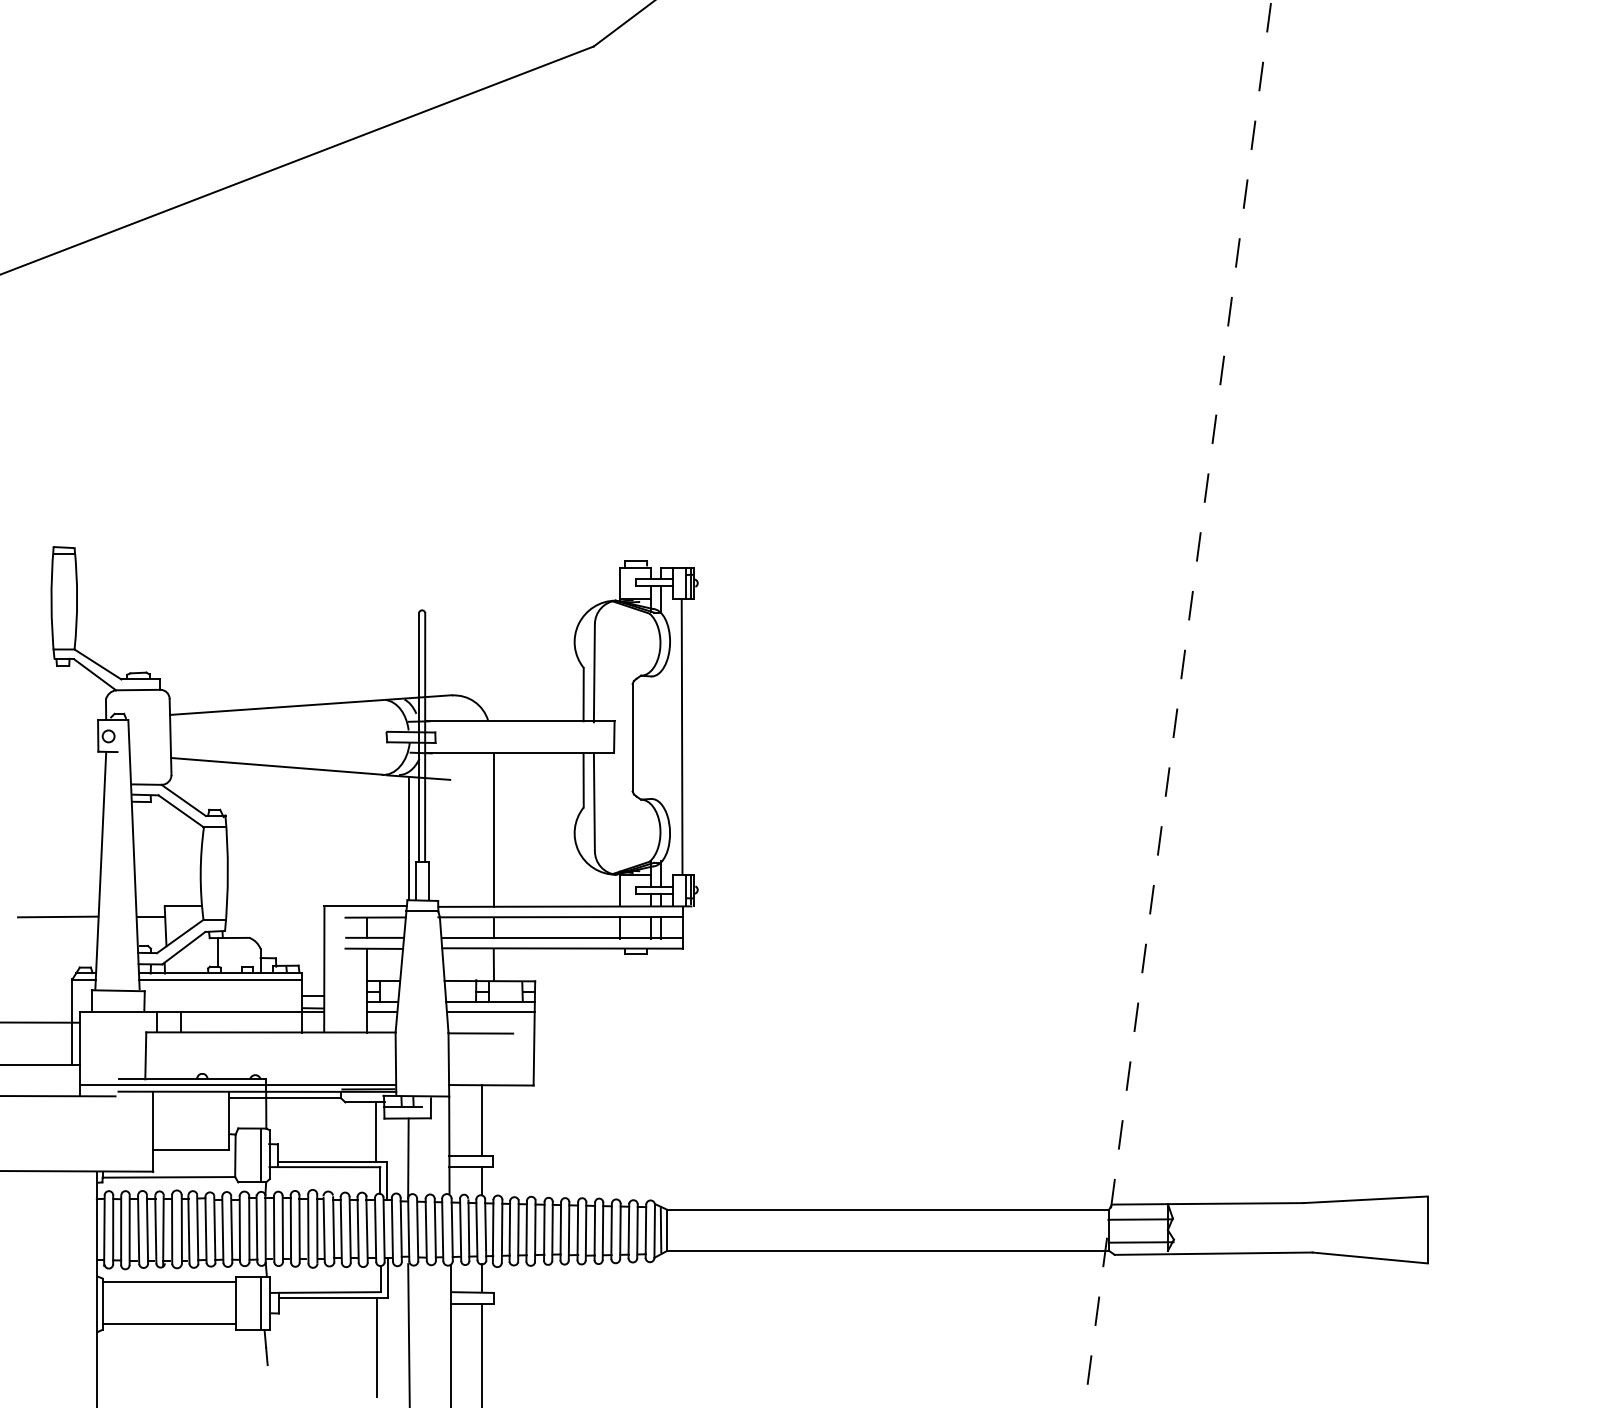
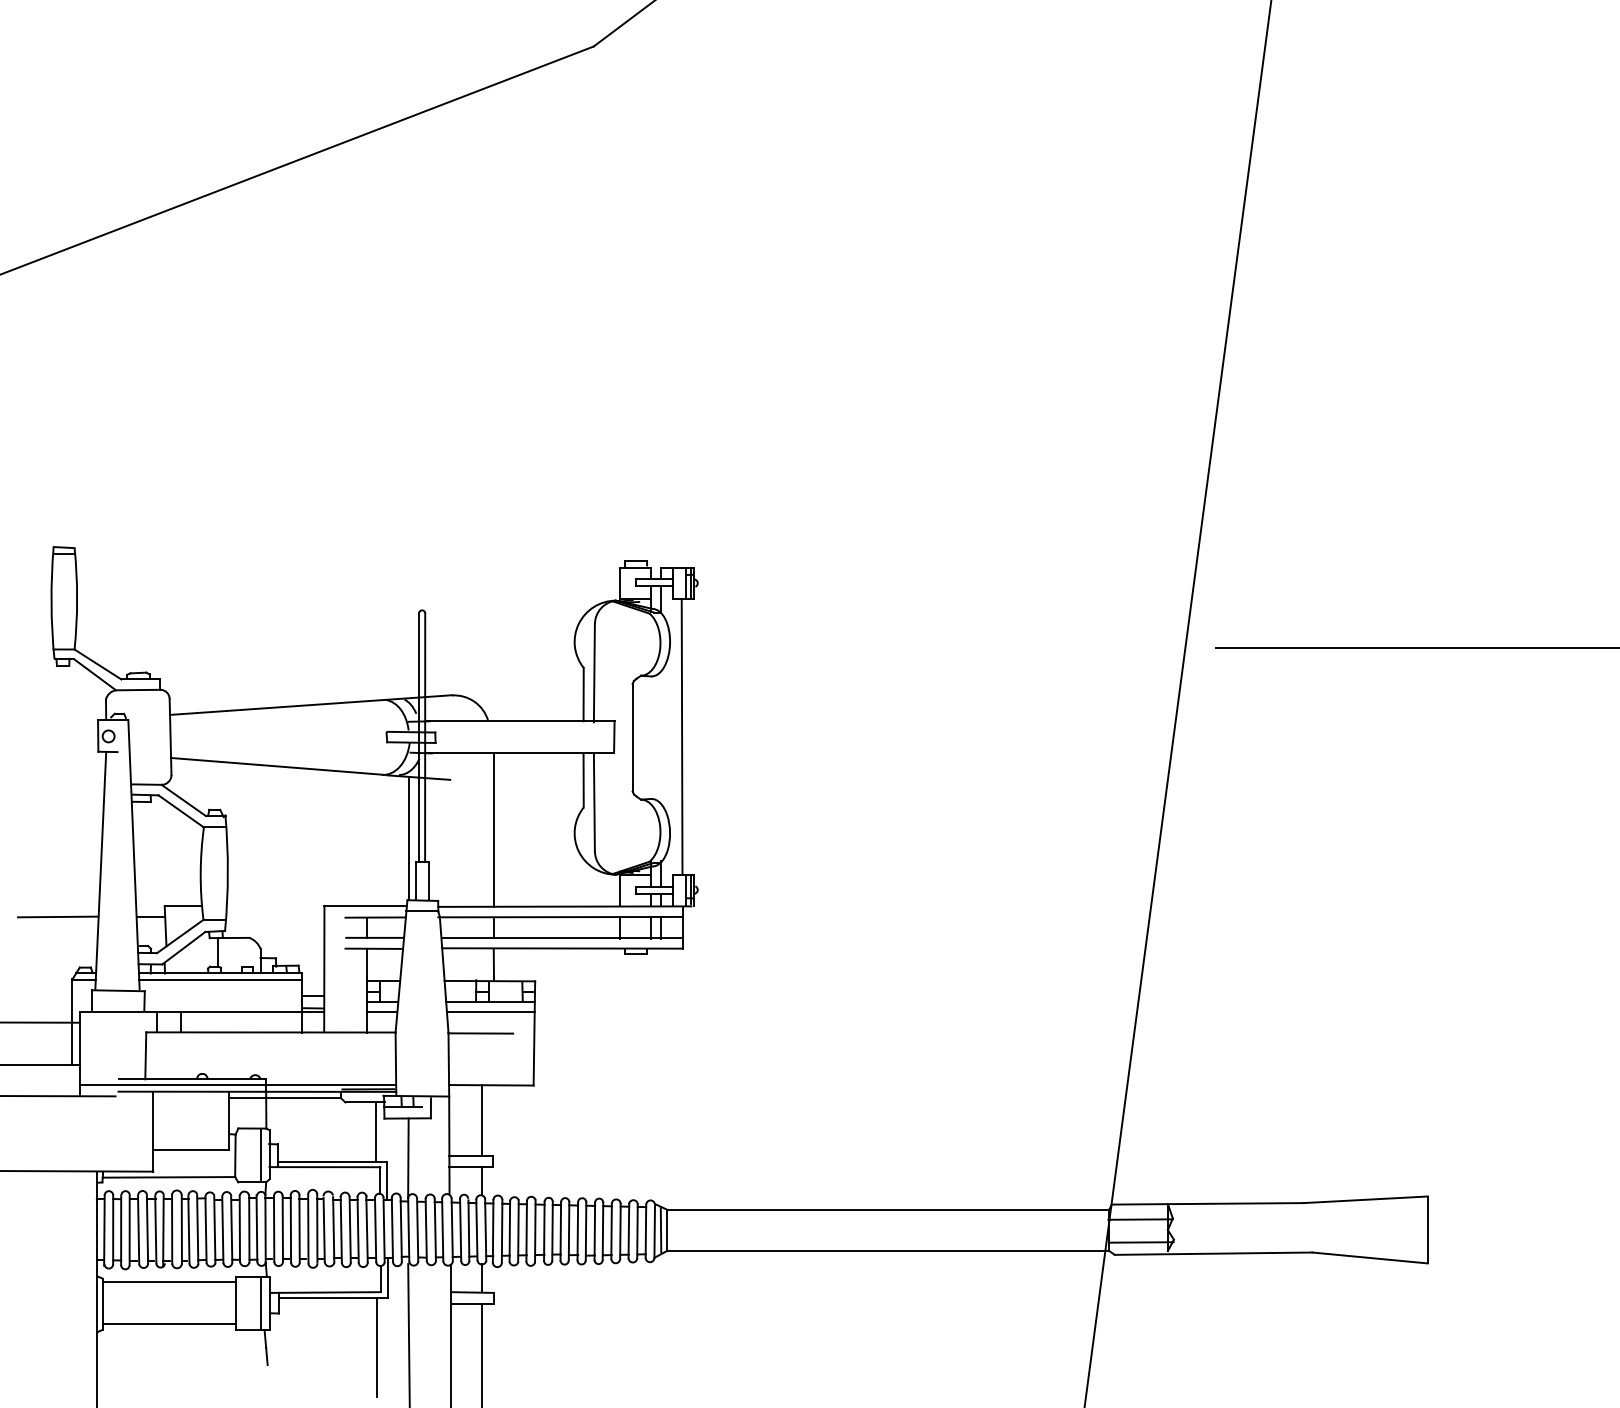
line at (1416, 647): none -> present
line at (1178, 703): dashed -> solid
